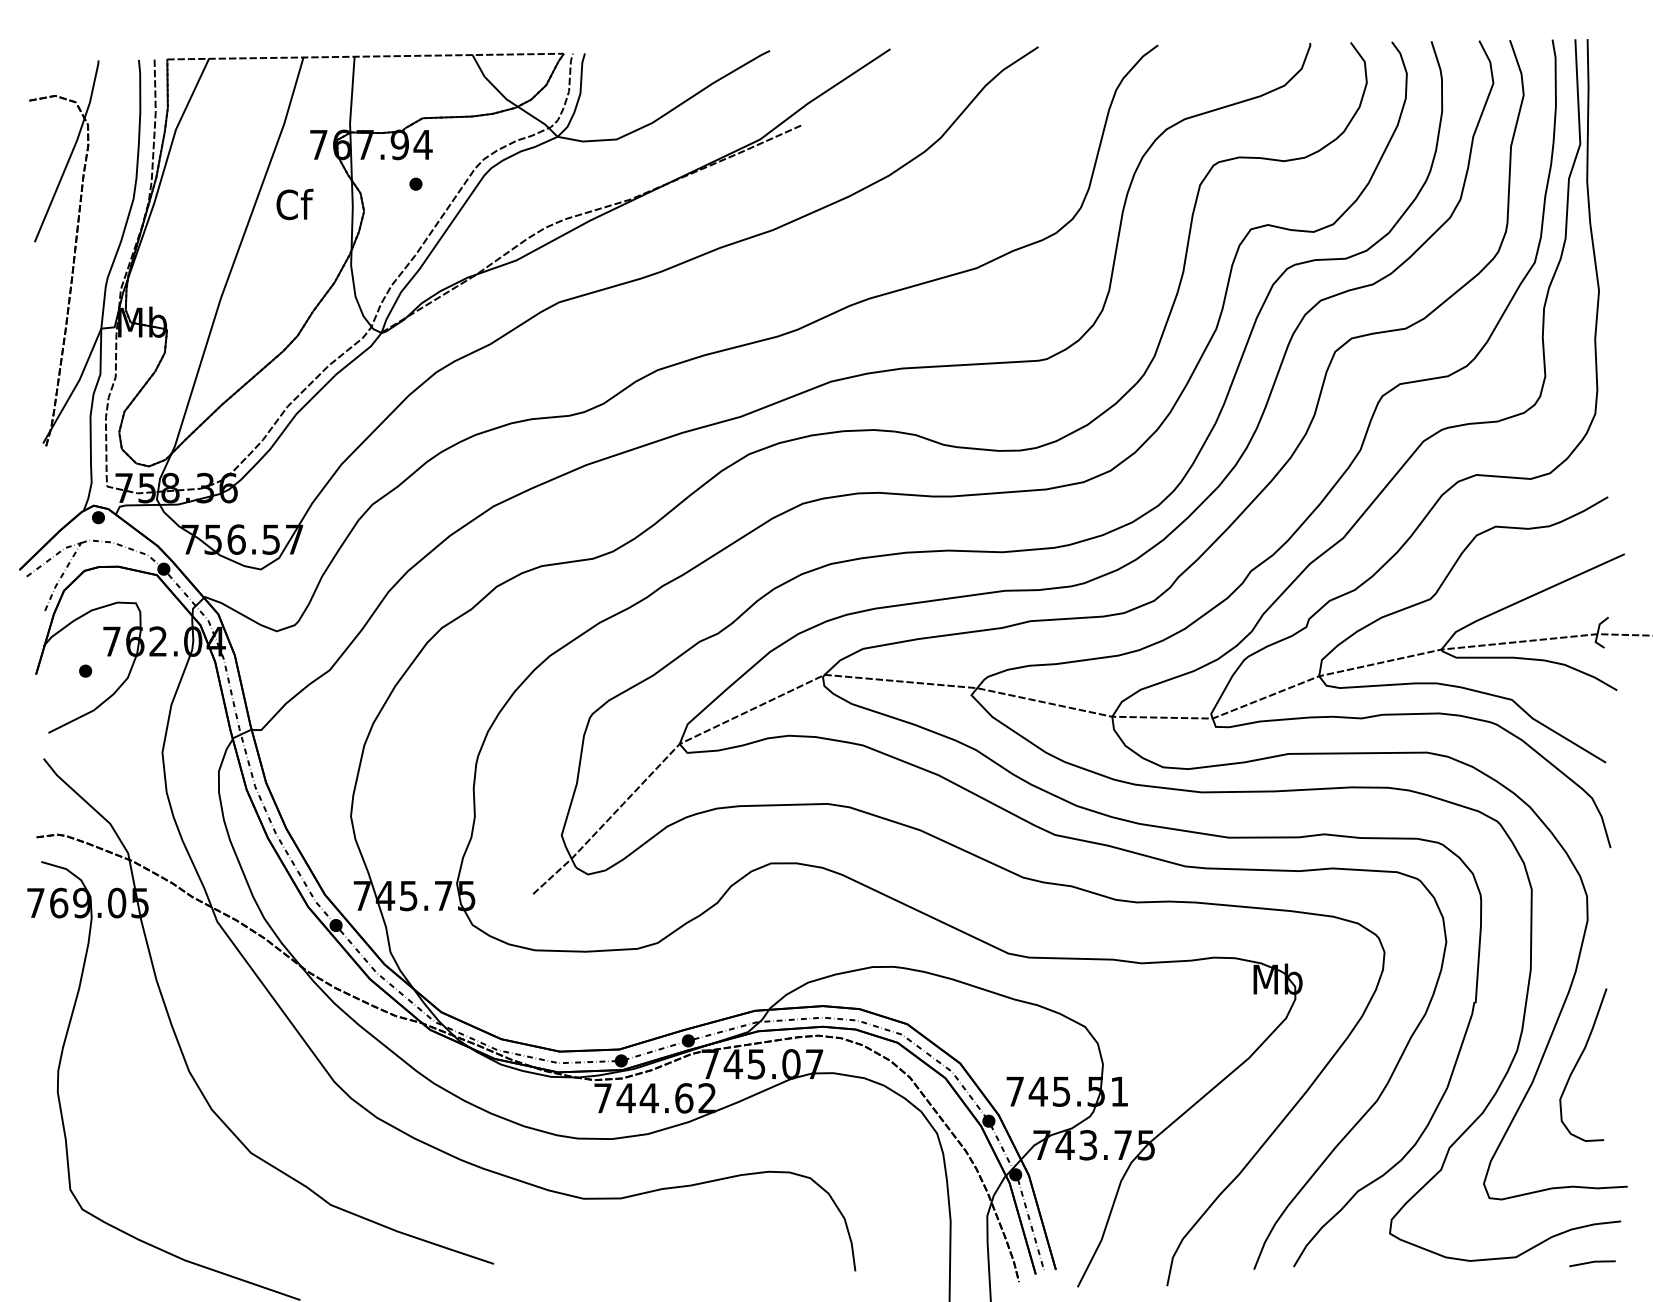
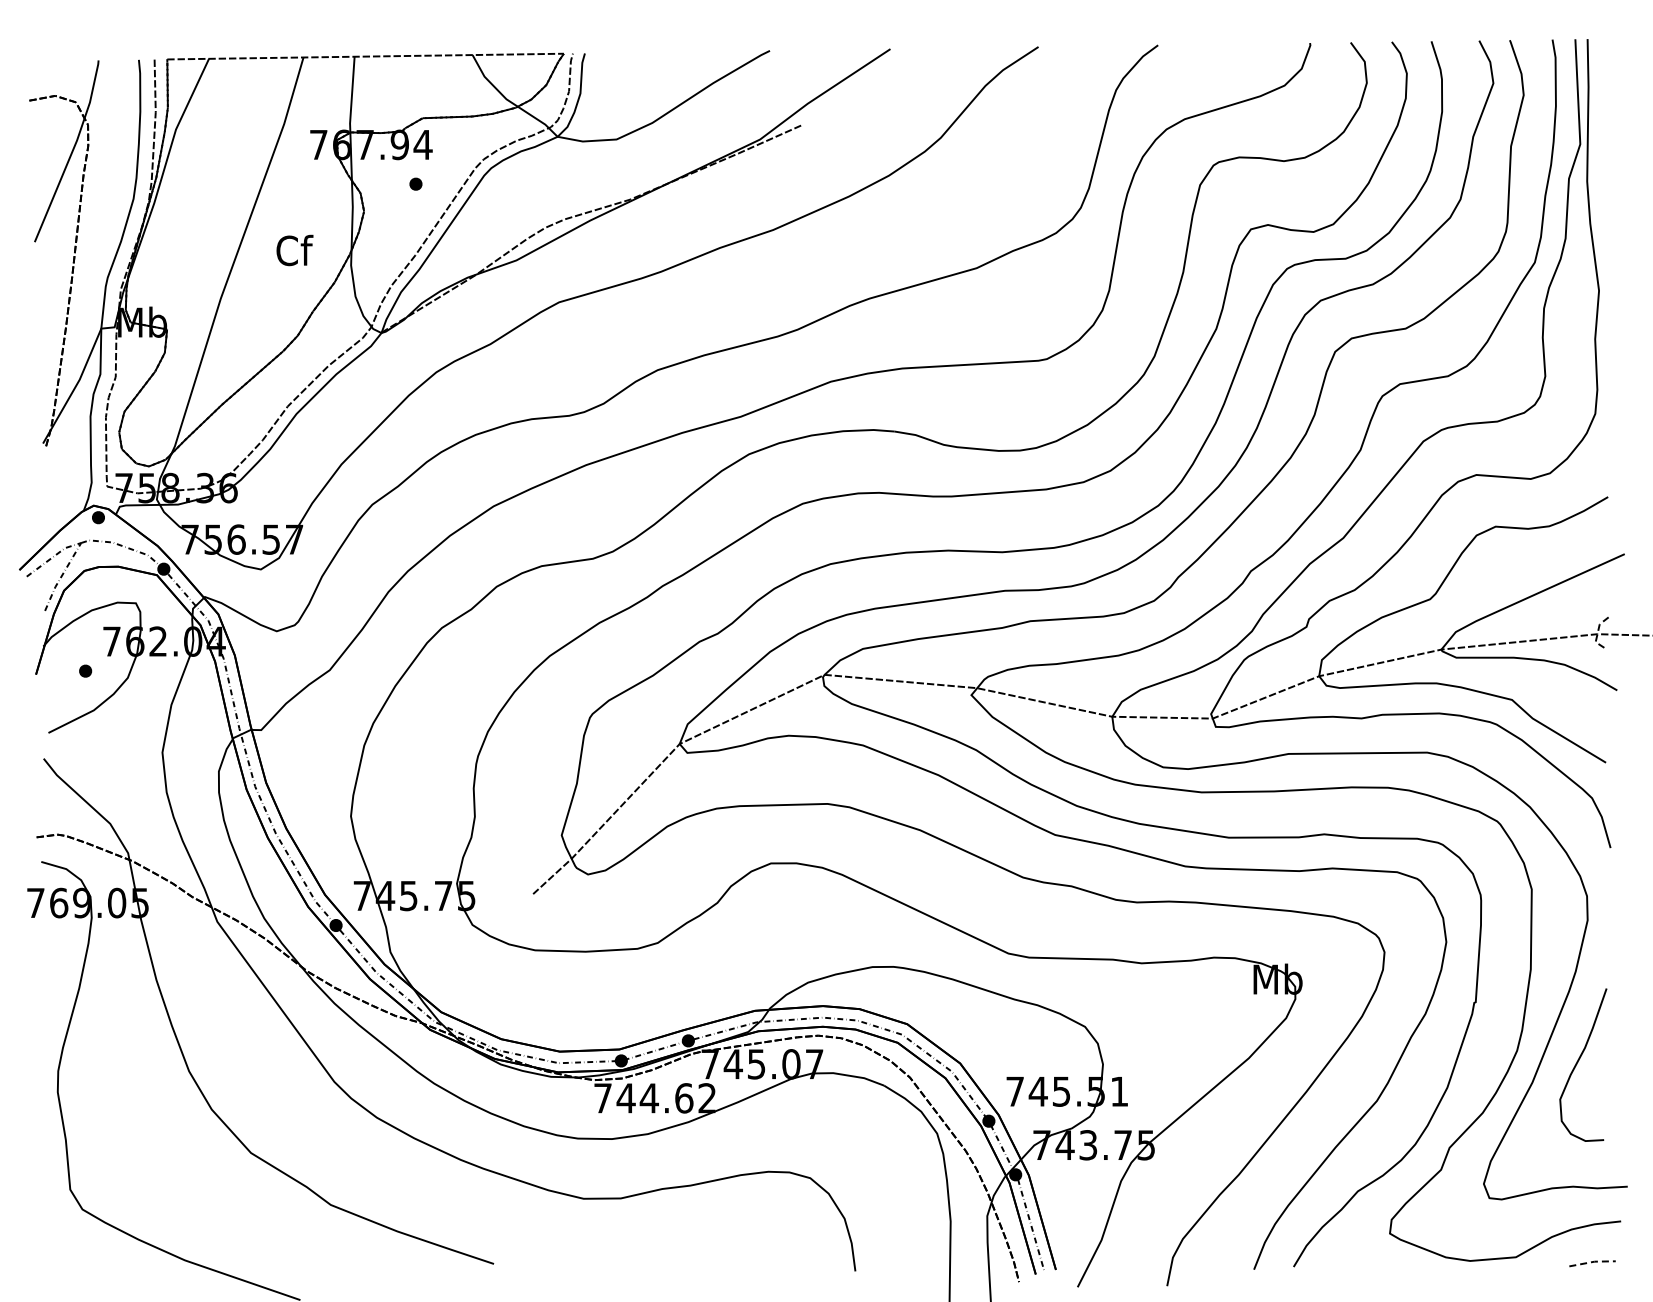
text at (294, 204) position: (294, 204) -> (294, 250)
line at (1597, 632): solid -> dashed
line at (1593, 1261): solid -> dashed
